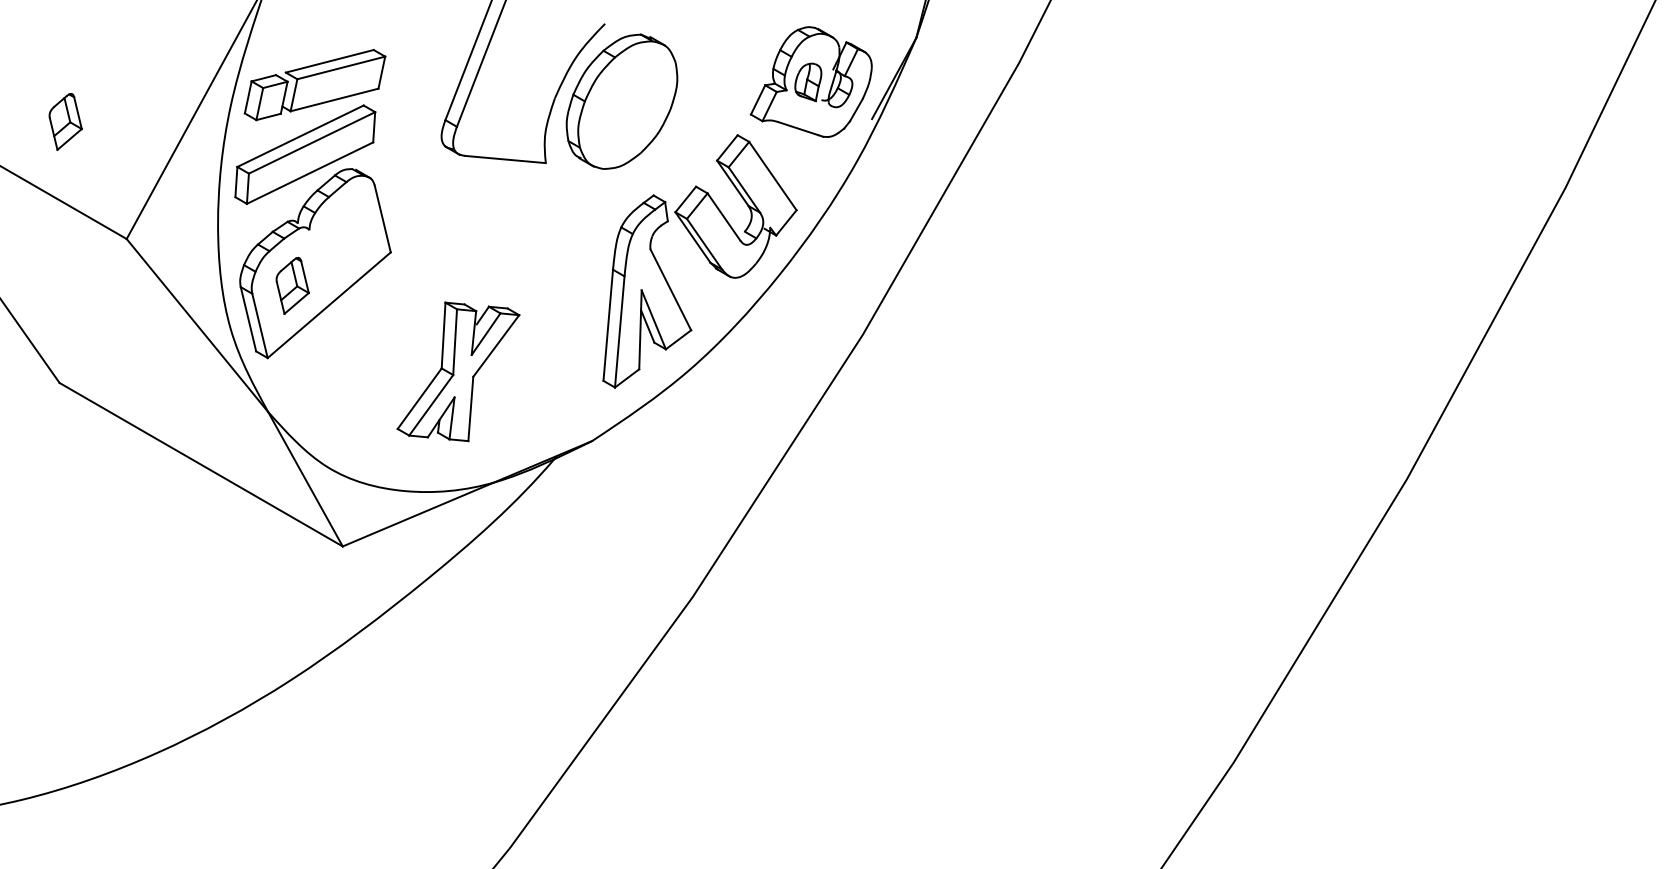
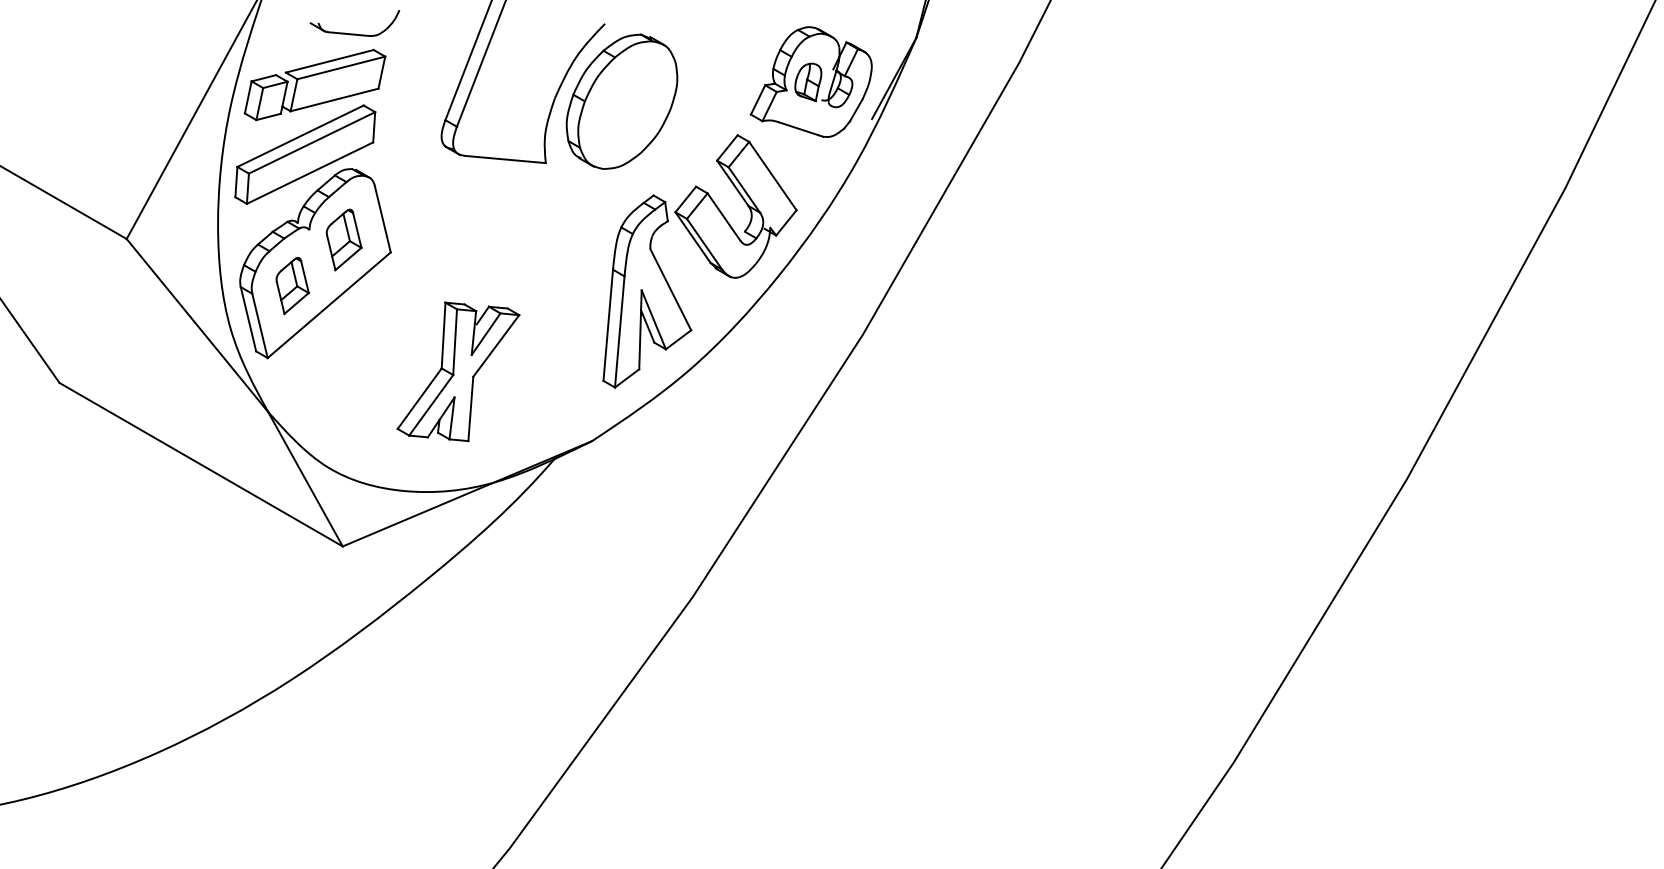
part at (354, 33): none -> present
part at (65, 121): present -> none
part at (343, 239): none -> present
